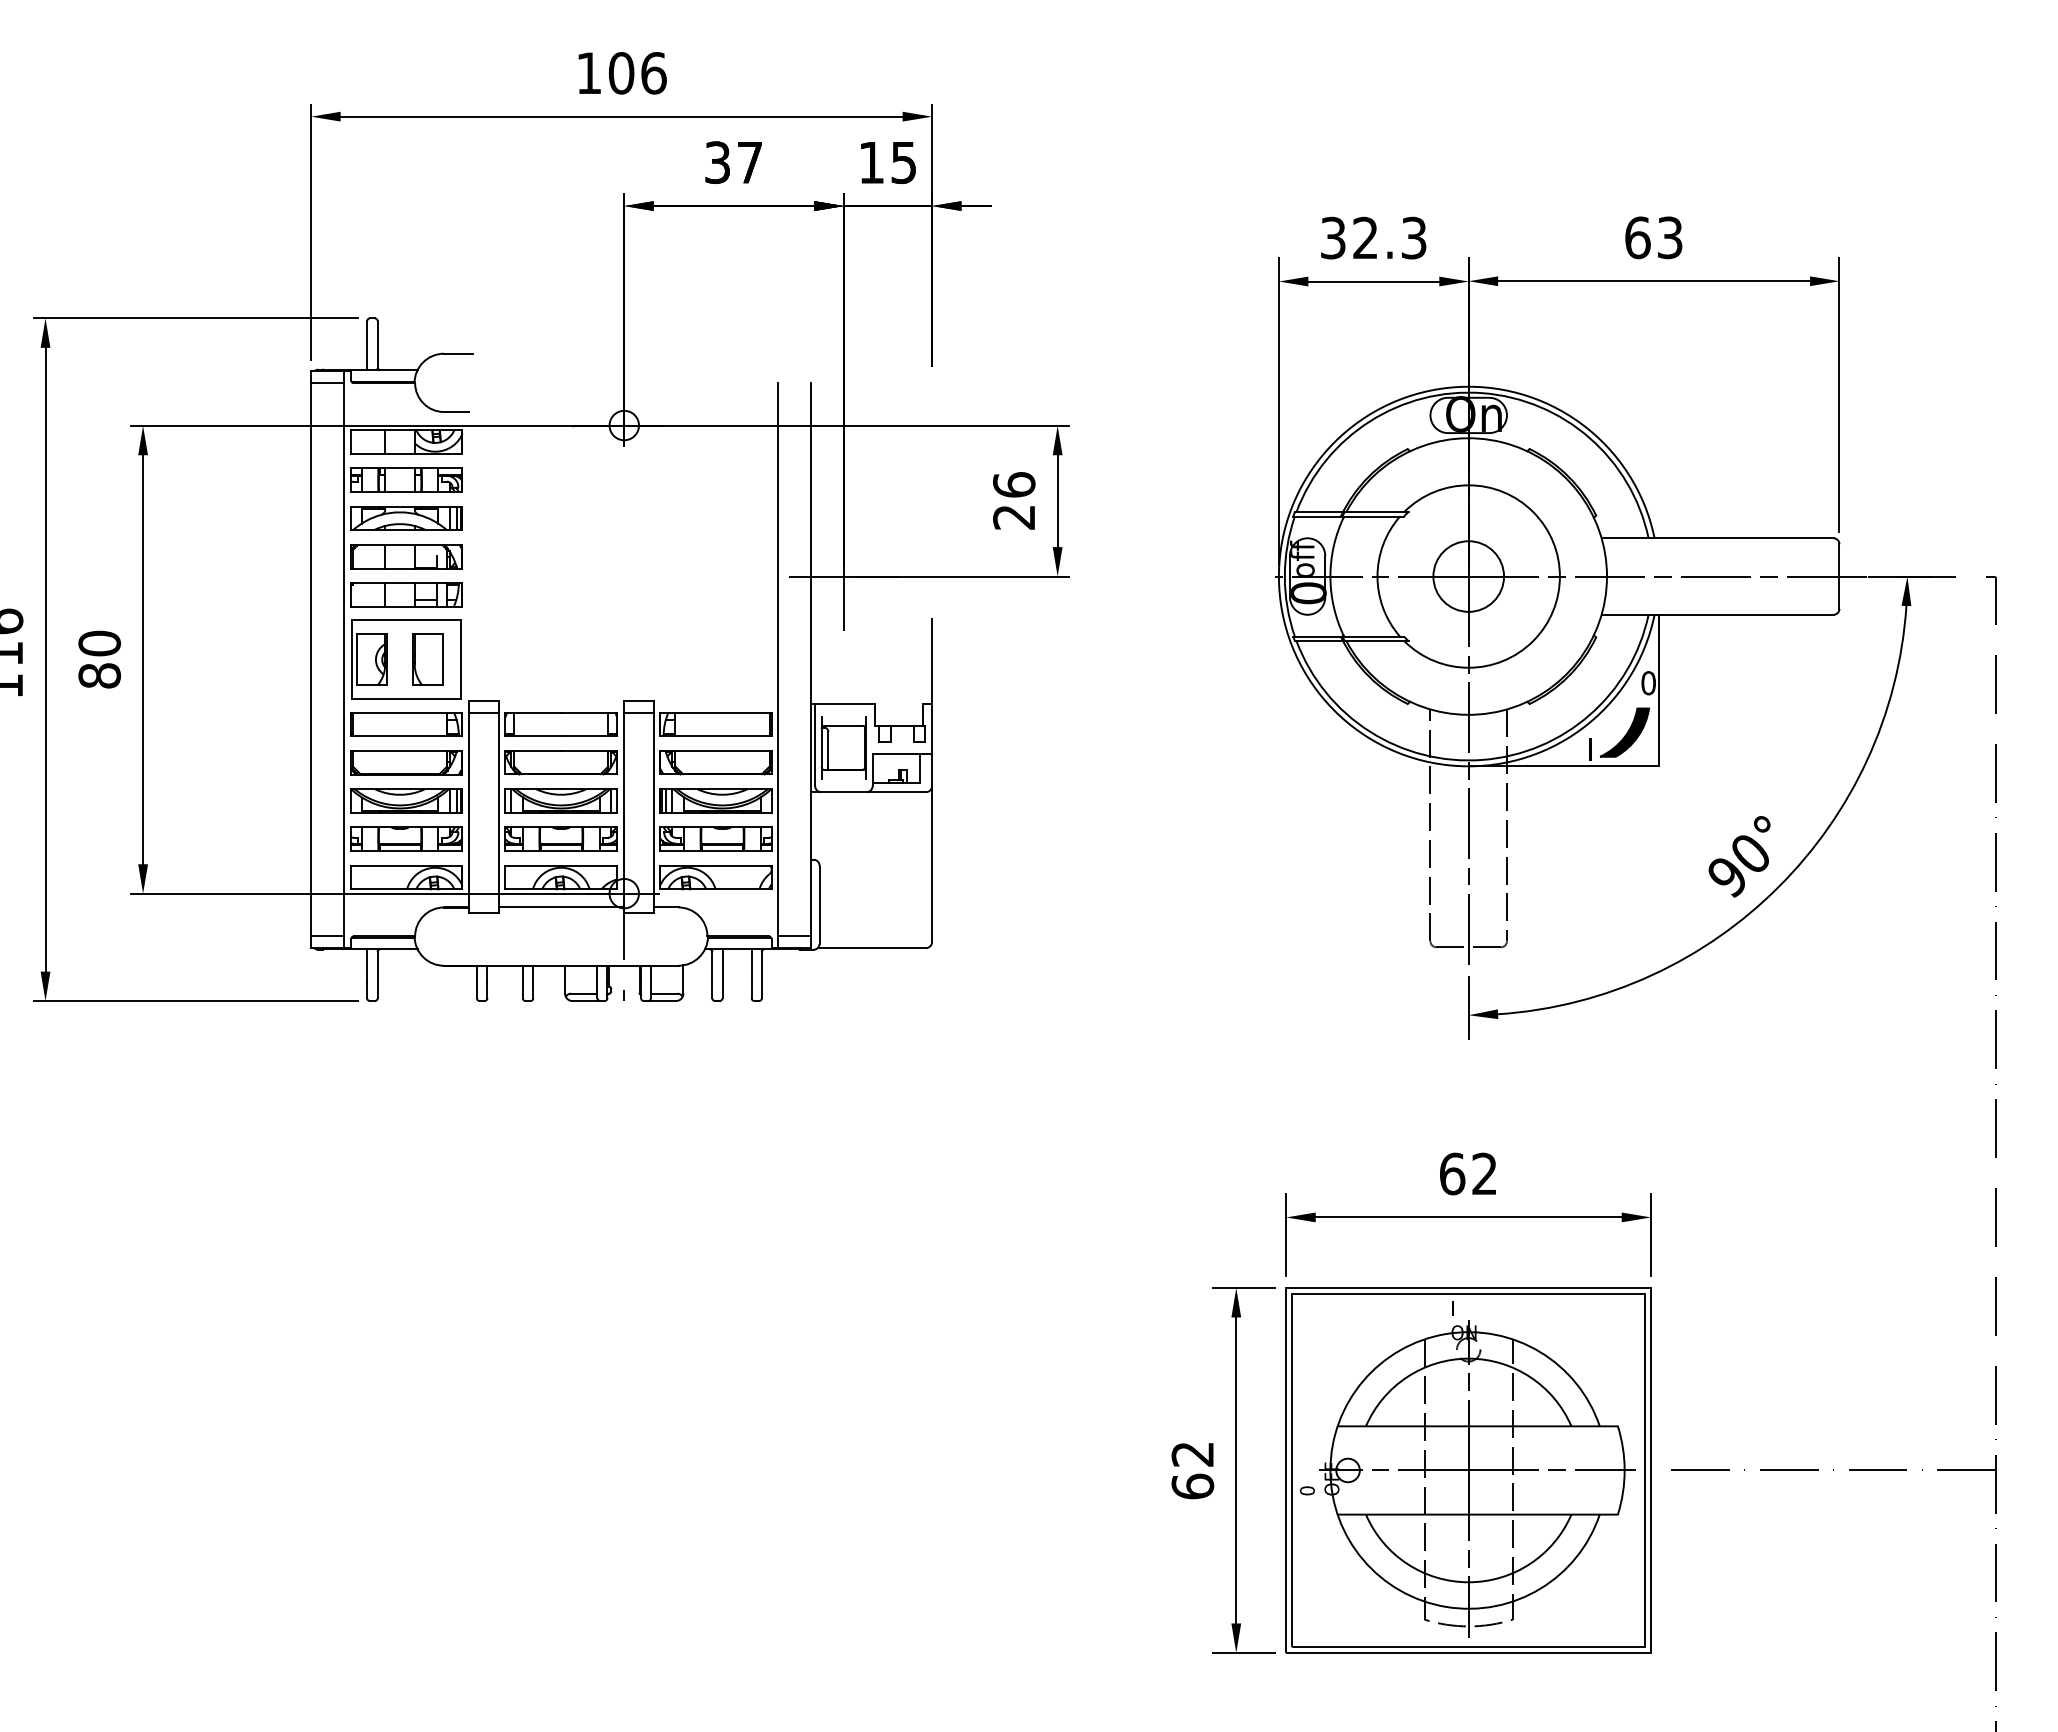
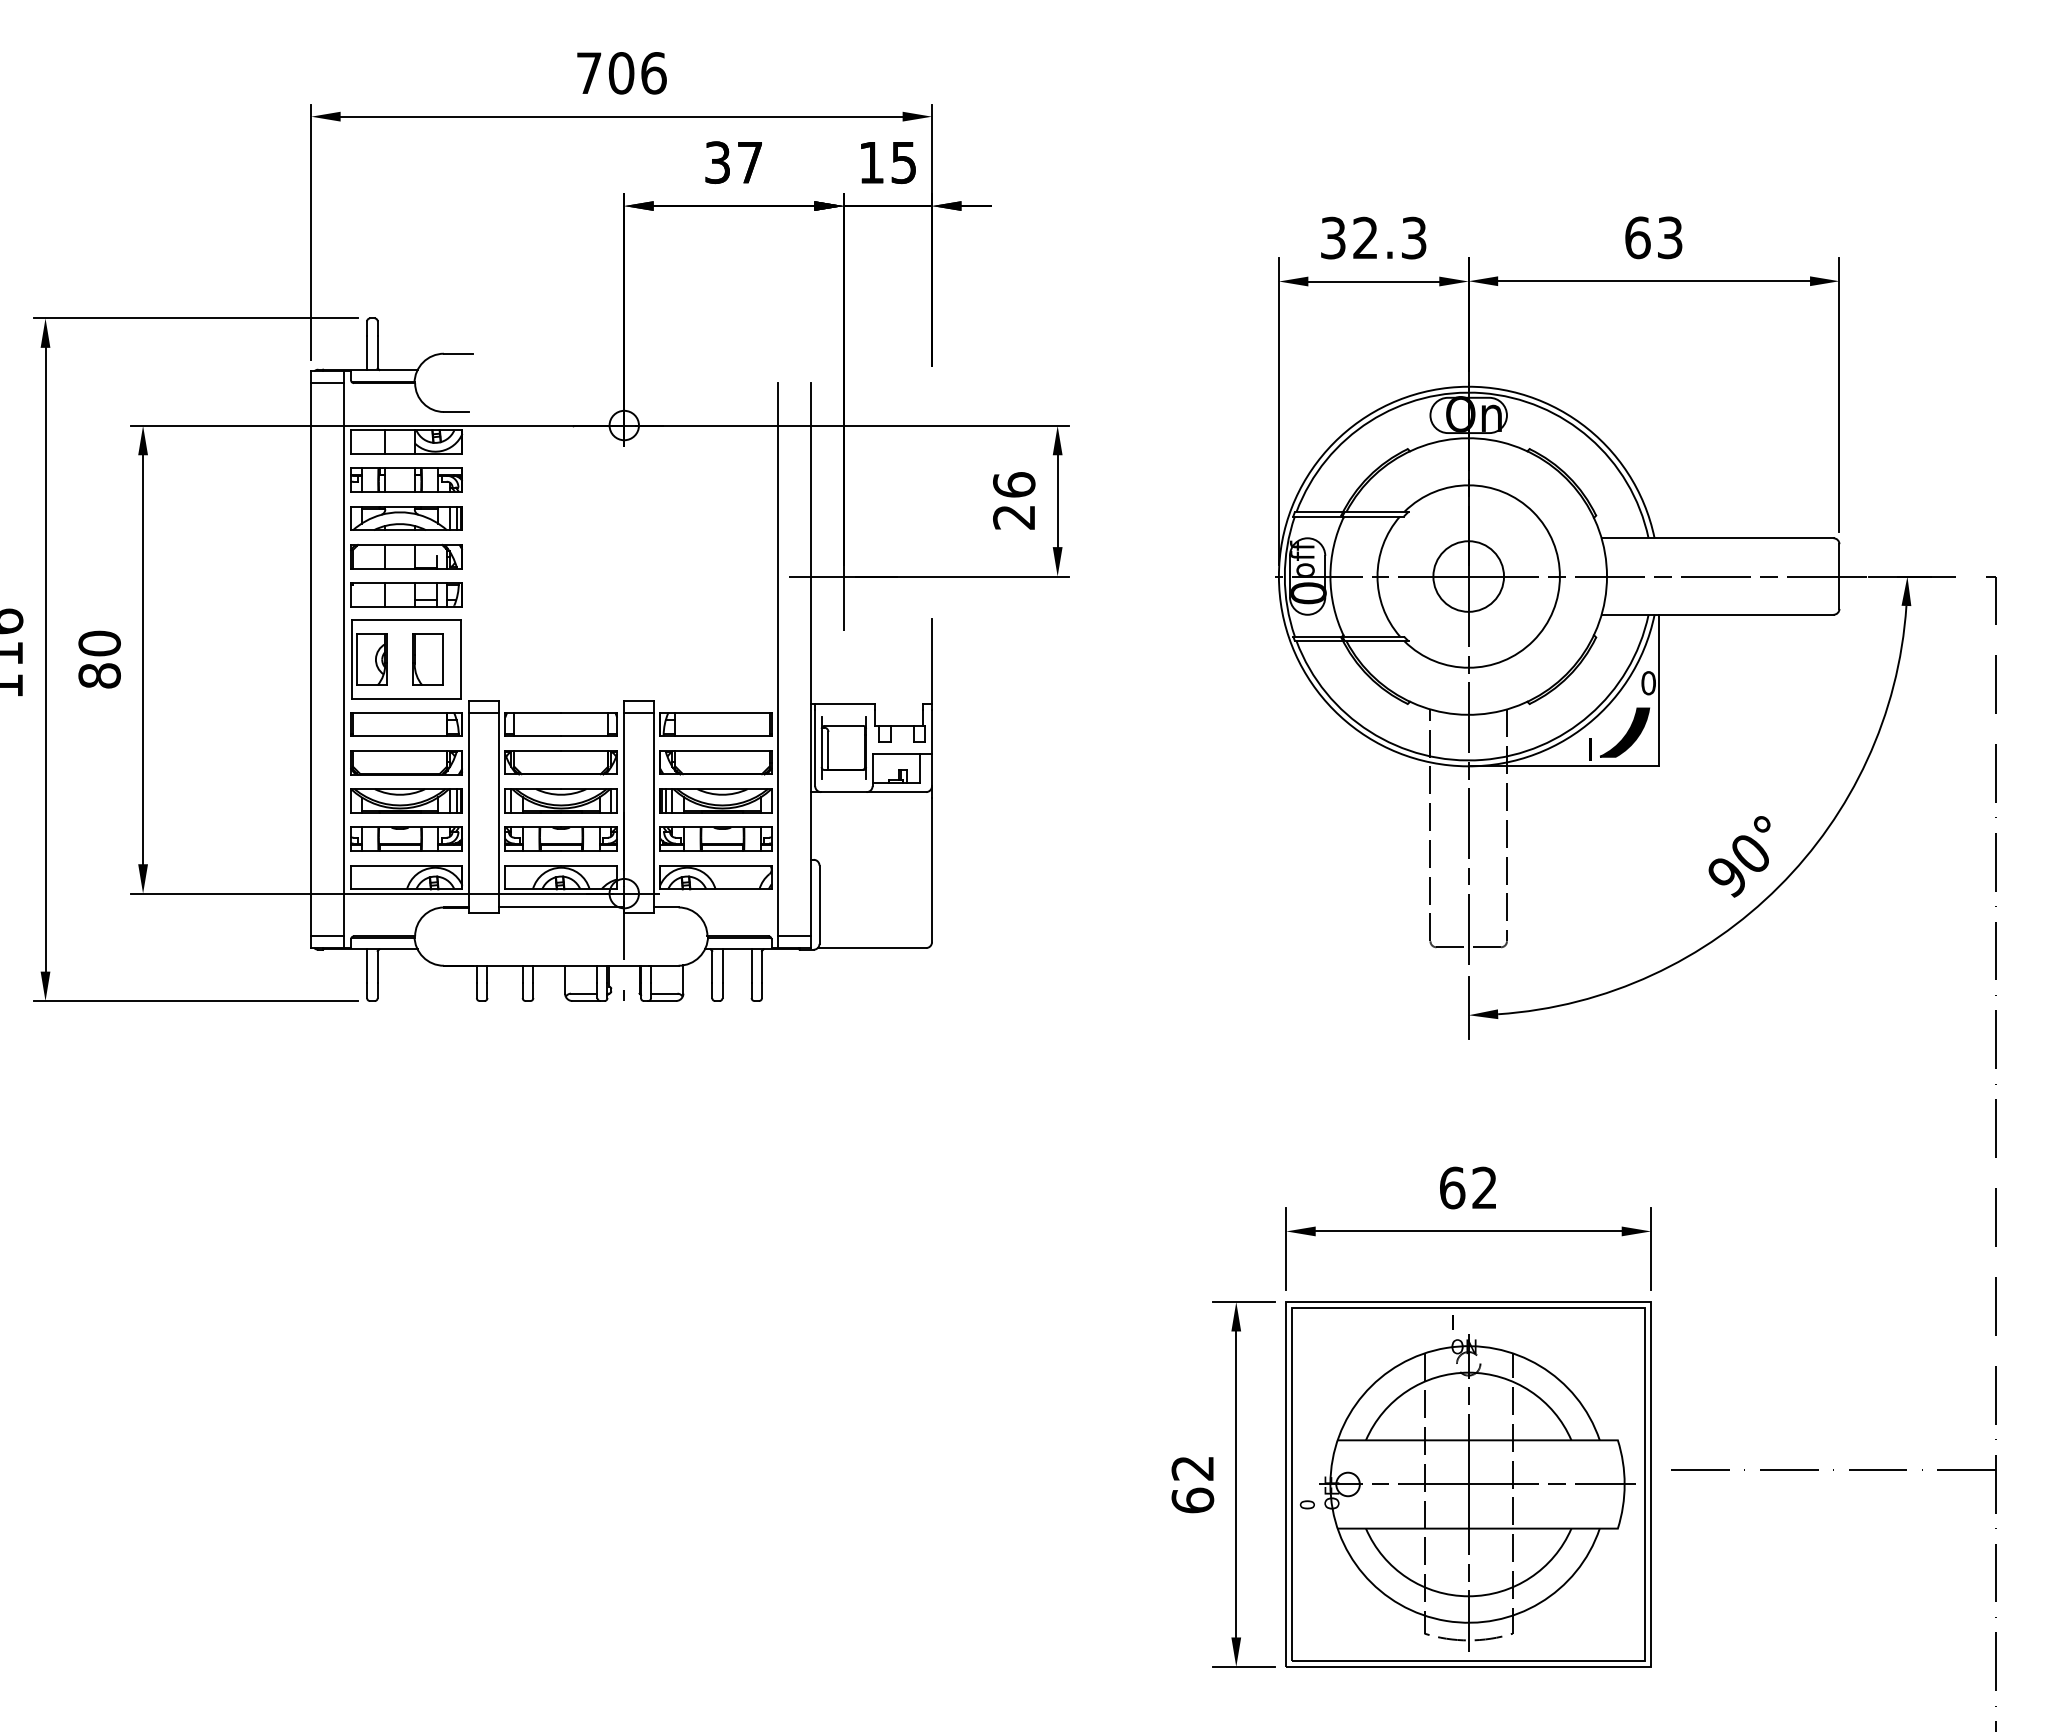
text at (589, 72): 106 -> 706
part at (1411, 1402) position: (1411, 1402) -> (1411, 1416)
